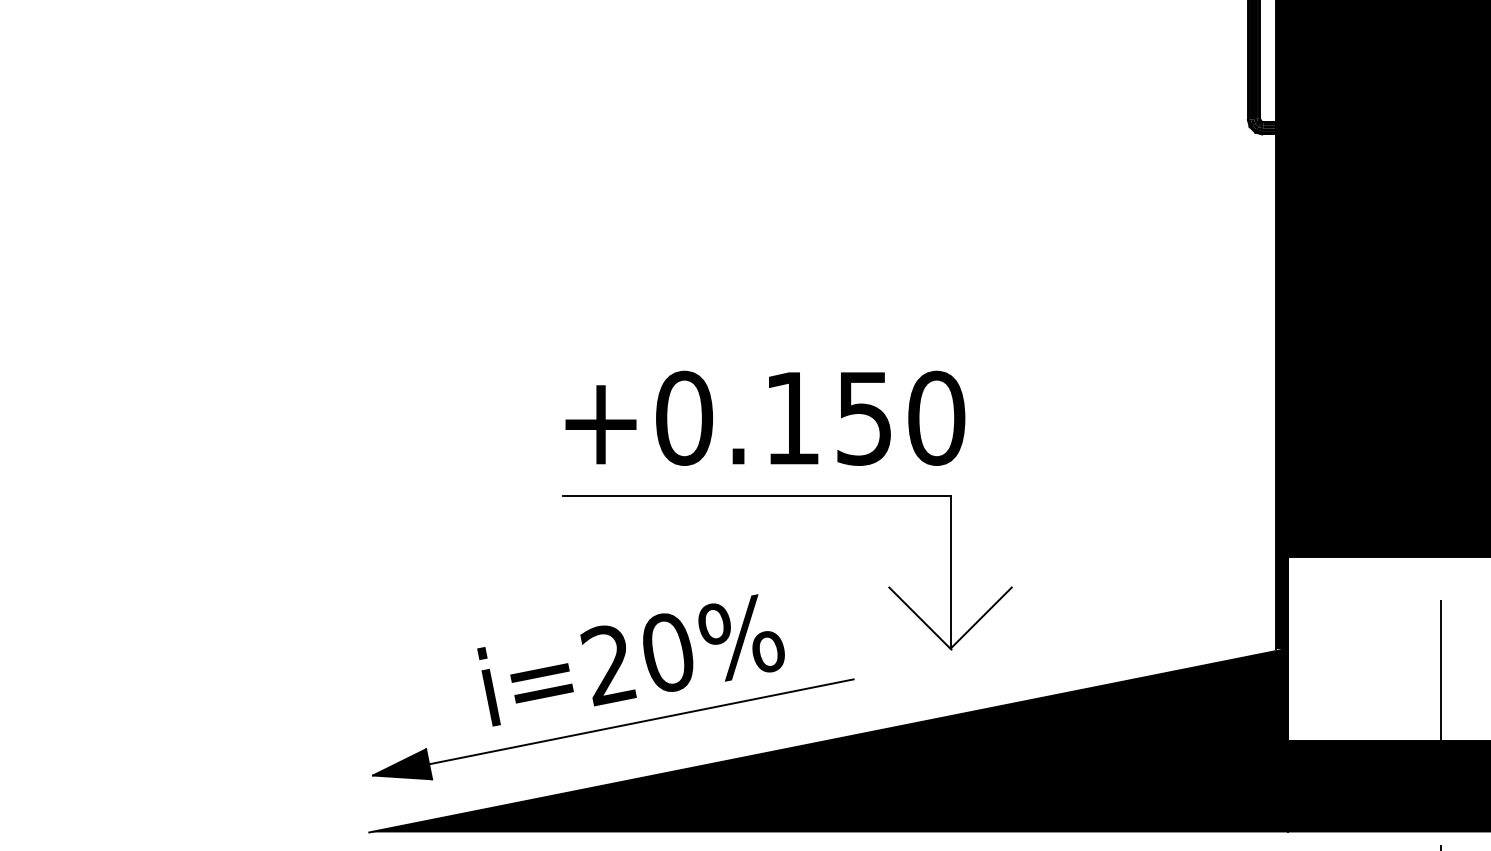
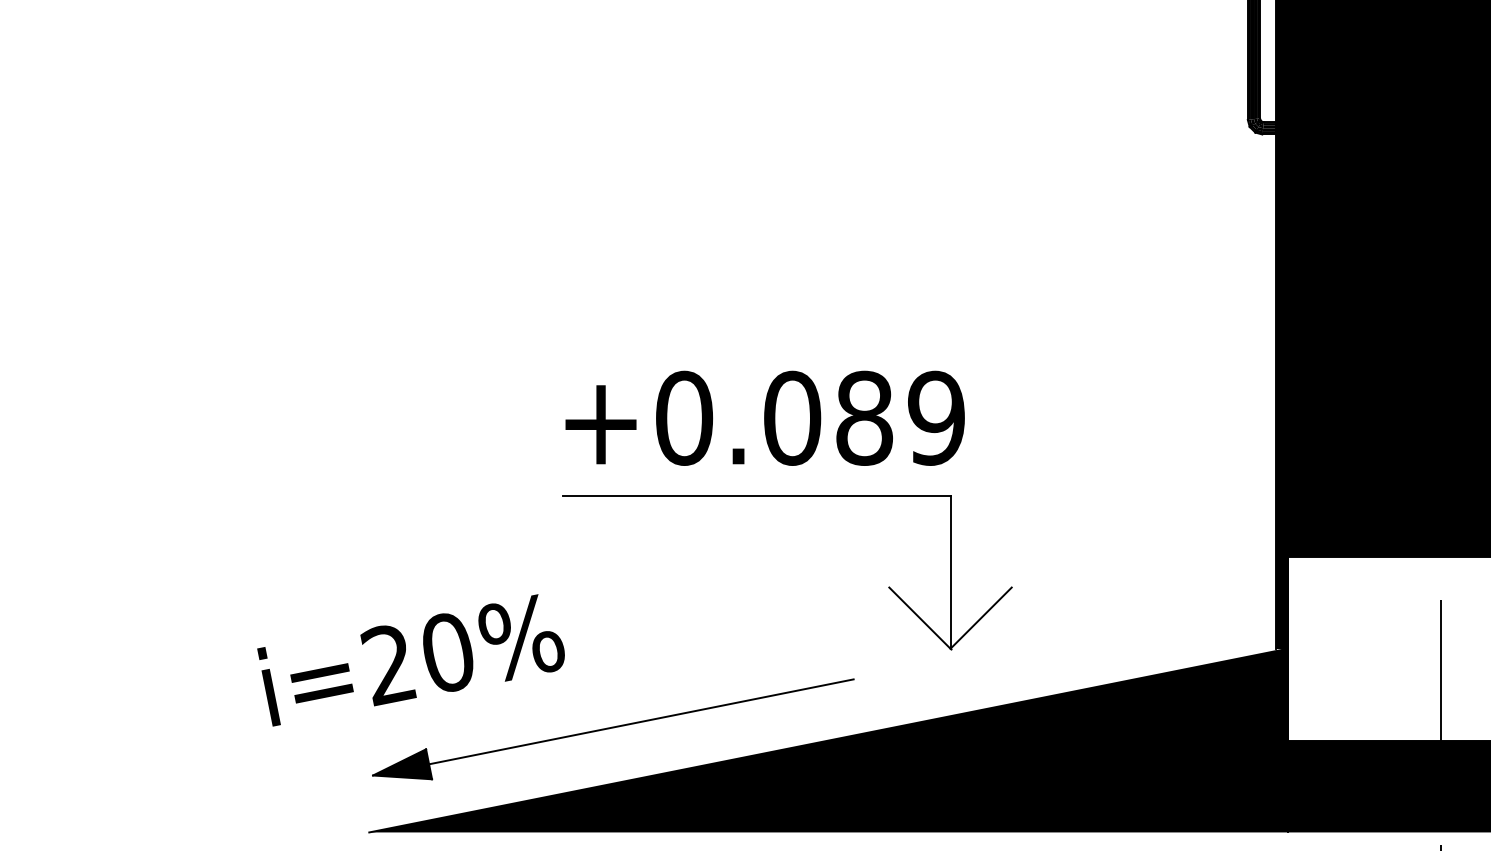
text at (864, 417): +0.150 -> +0.089
text at (630, 660) position: (630, 660) -> (410, 660)
